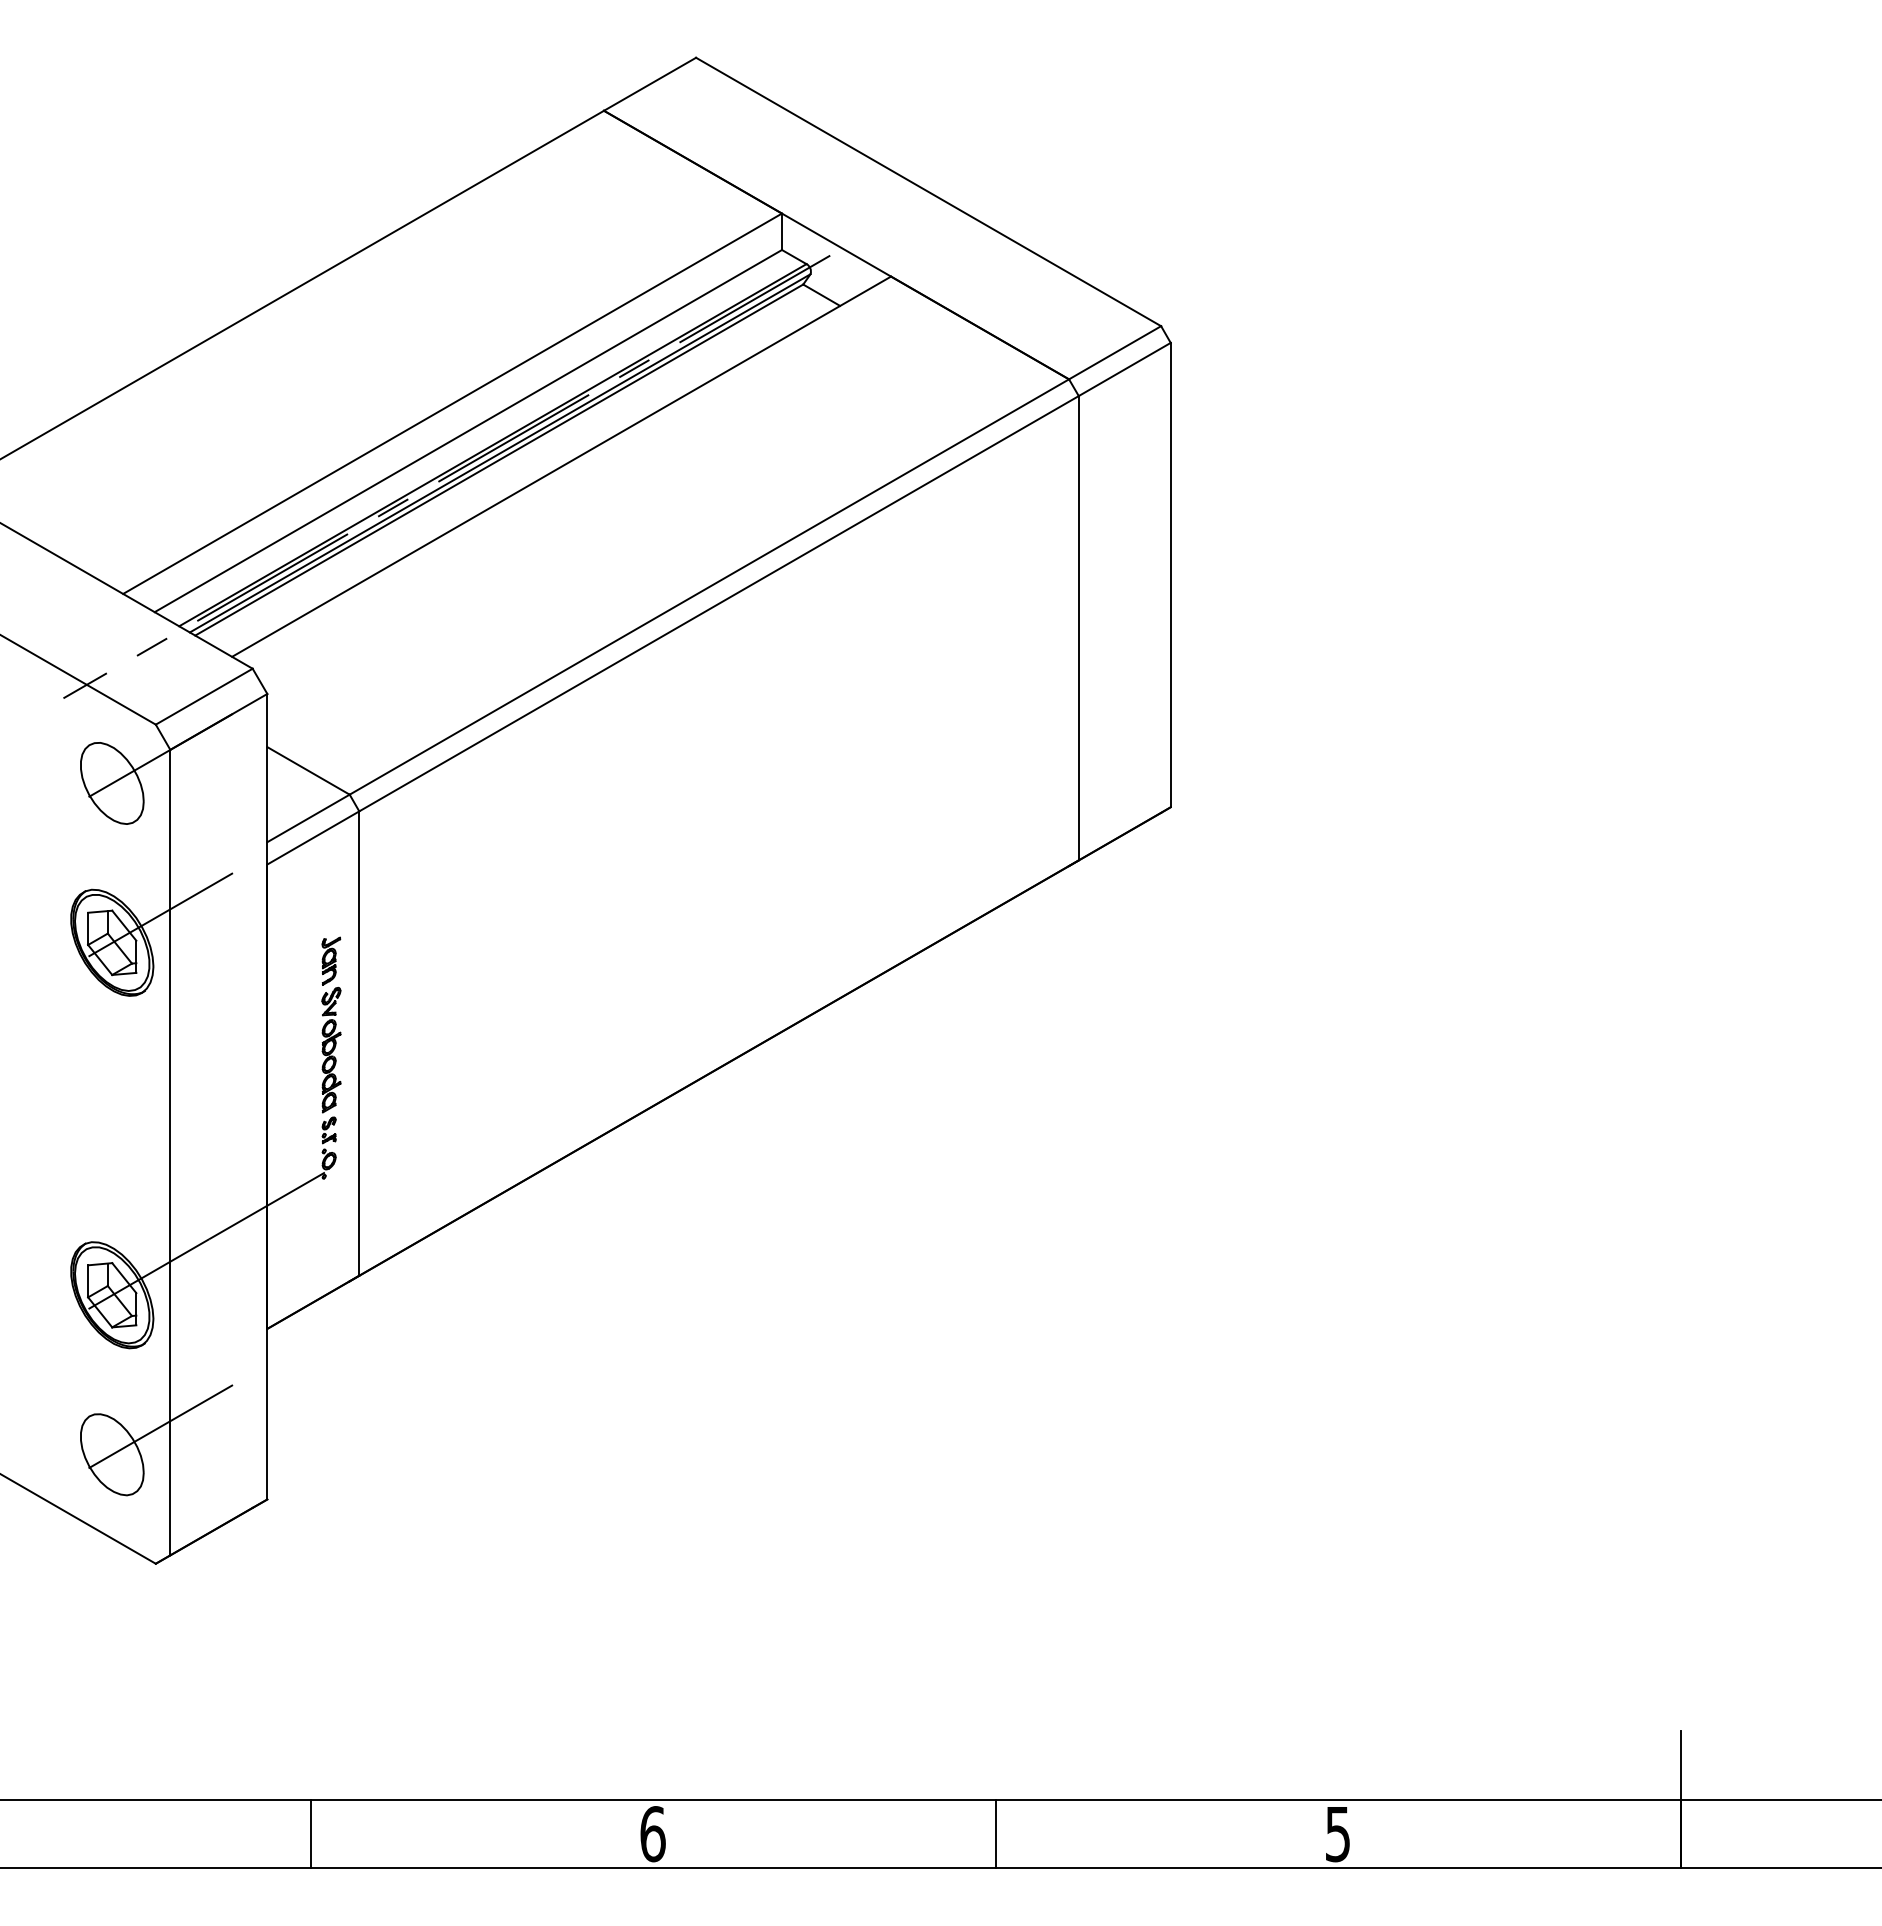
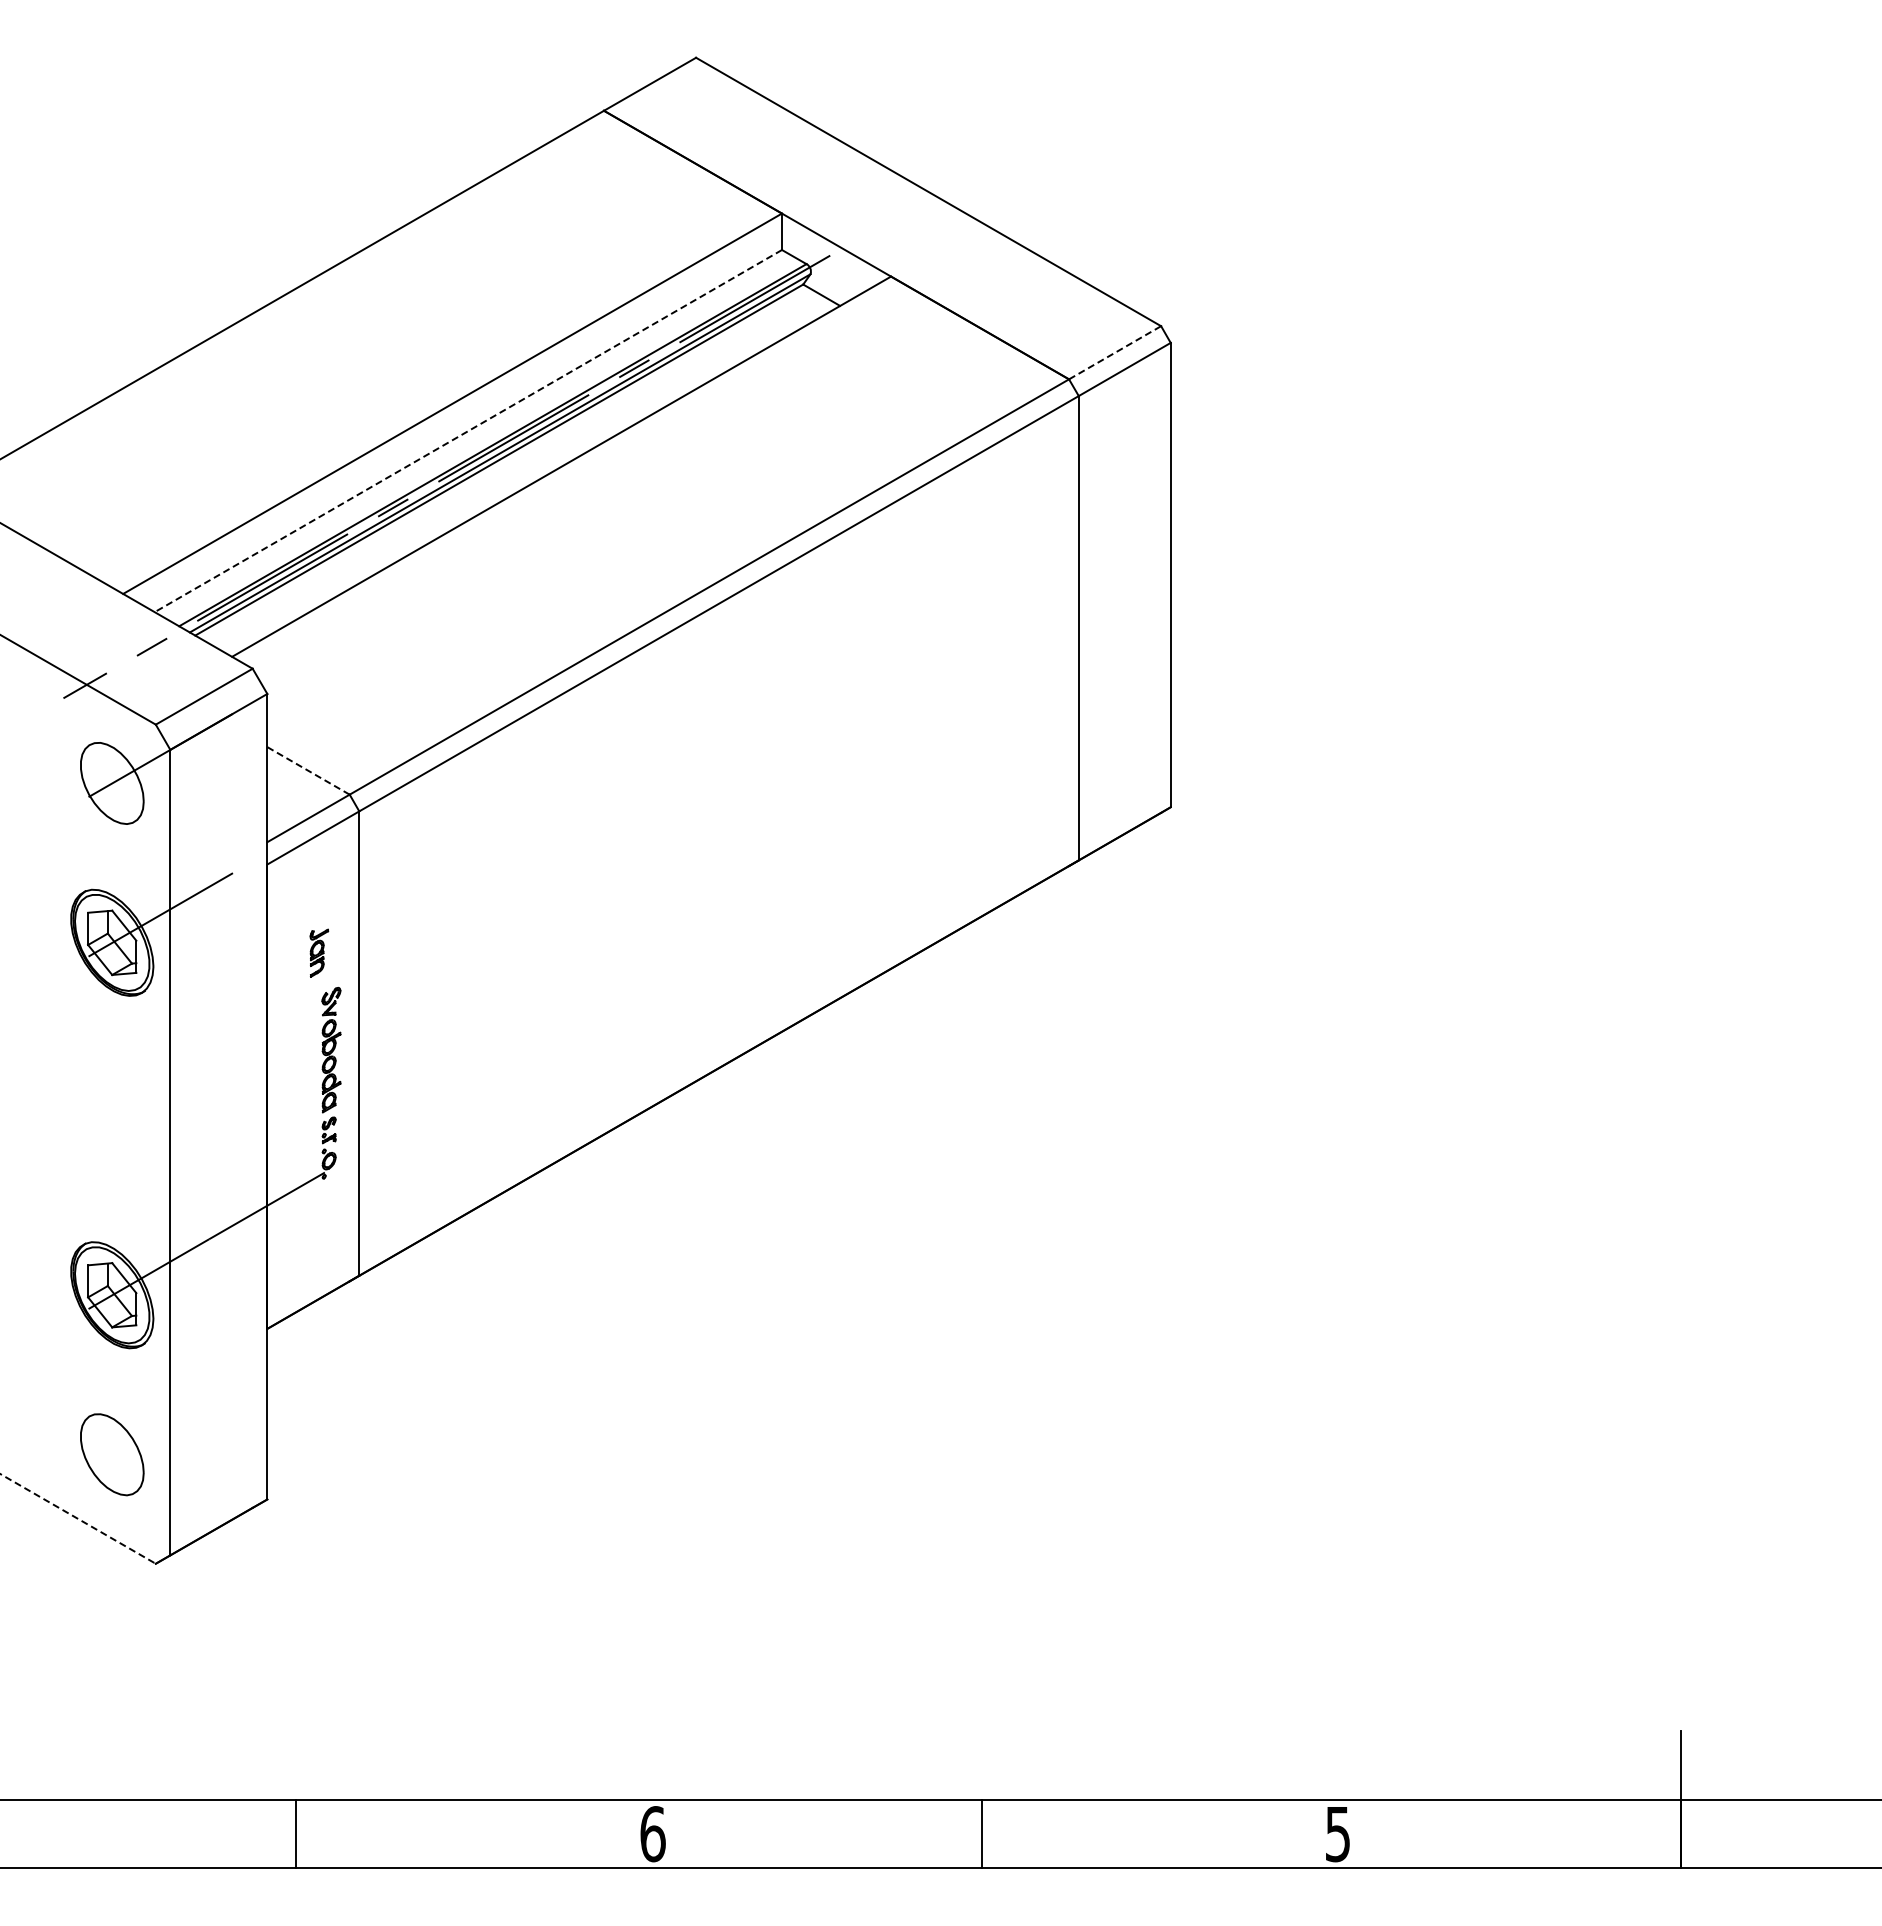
line at (1115, 352): solid -> dashed
line at (467, 431): solid -> dashed
line at (308, 770): solid -> dashed
part at (331, 960) position: (331, 960) -> (319, 952)
line at (160, 1426): present -> none
line at (77, 1518): solid -> dashed
line at (311, 1833) position: (311, 1833) -> (296, 1833)
line at (996, 1833) position: (996, 1833) -> (982, 1833)
